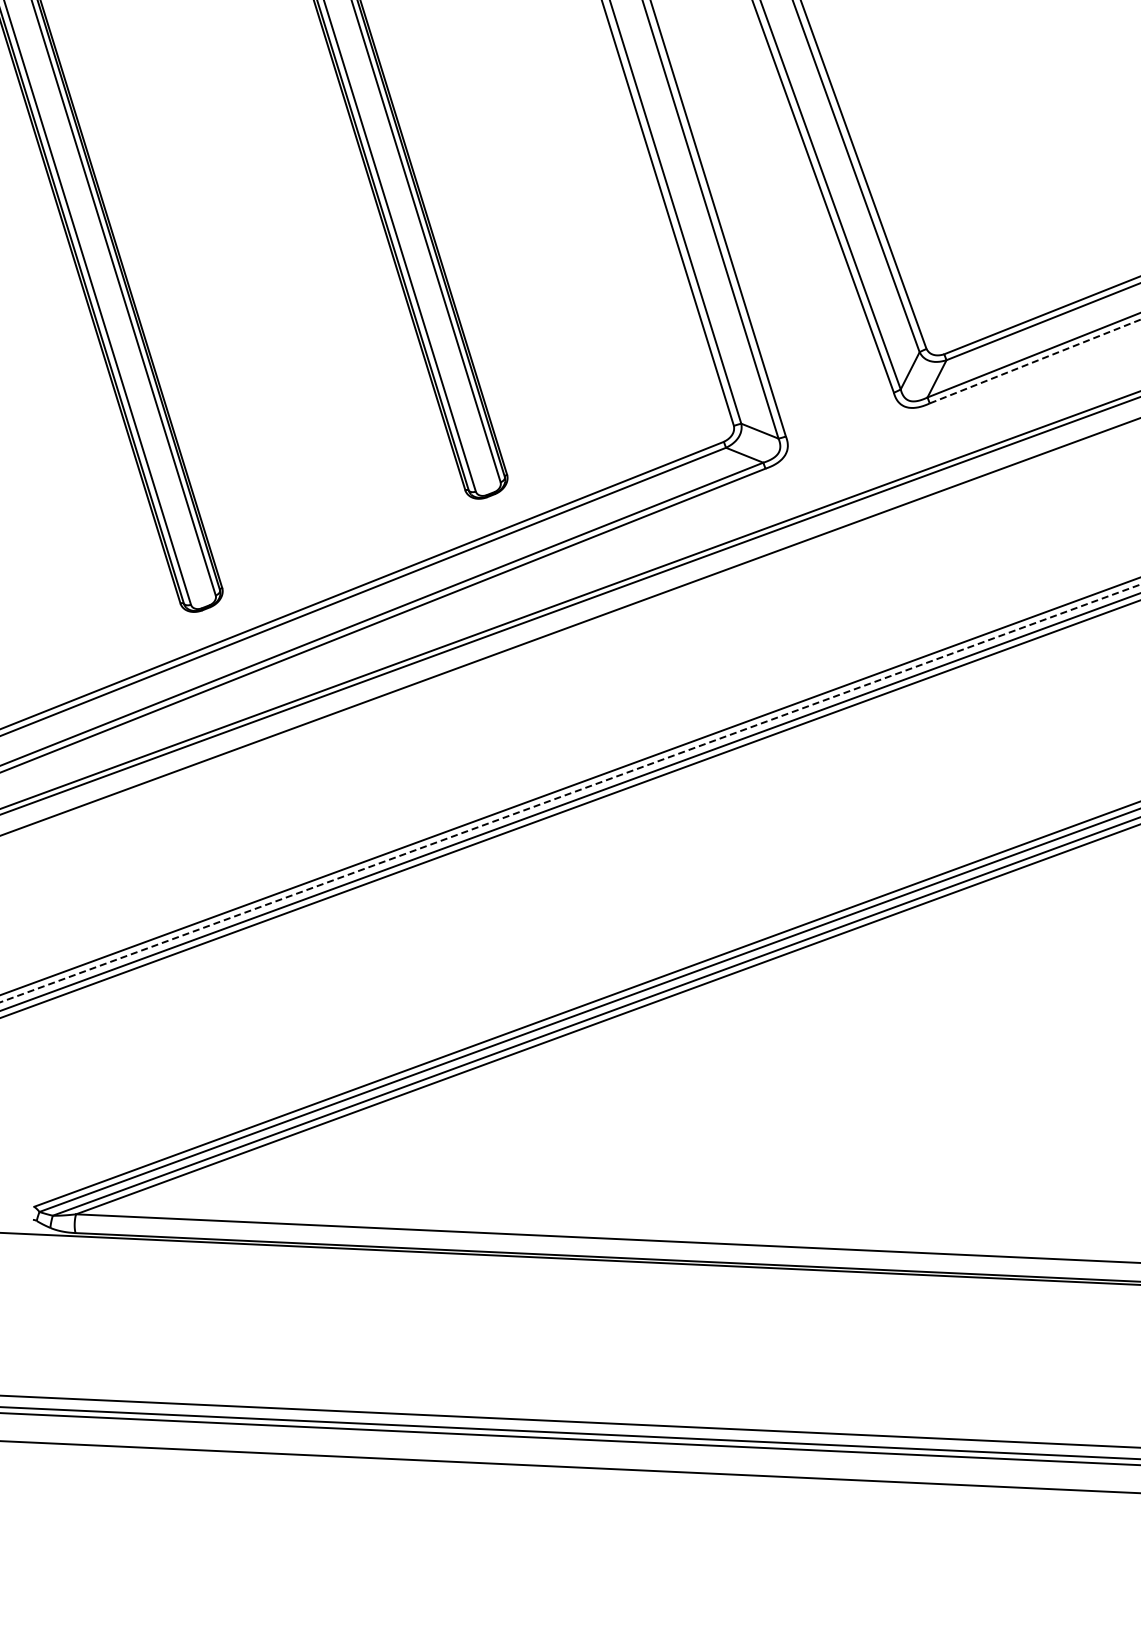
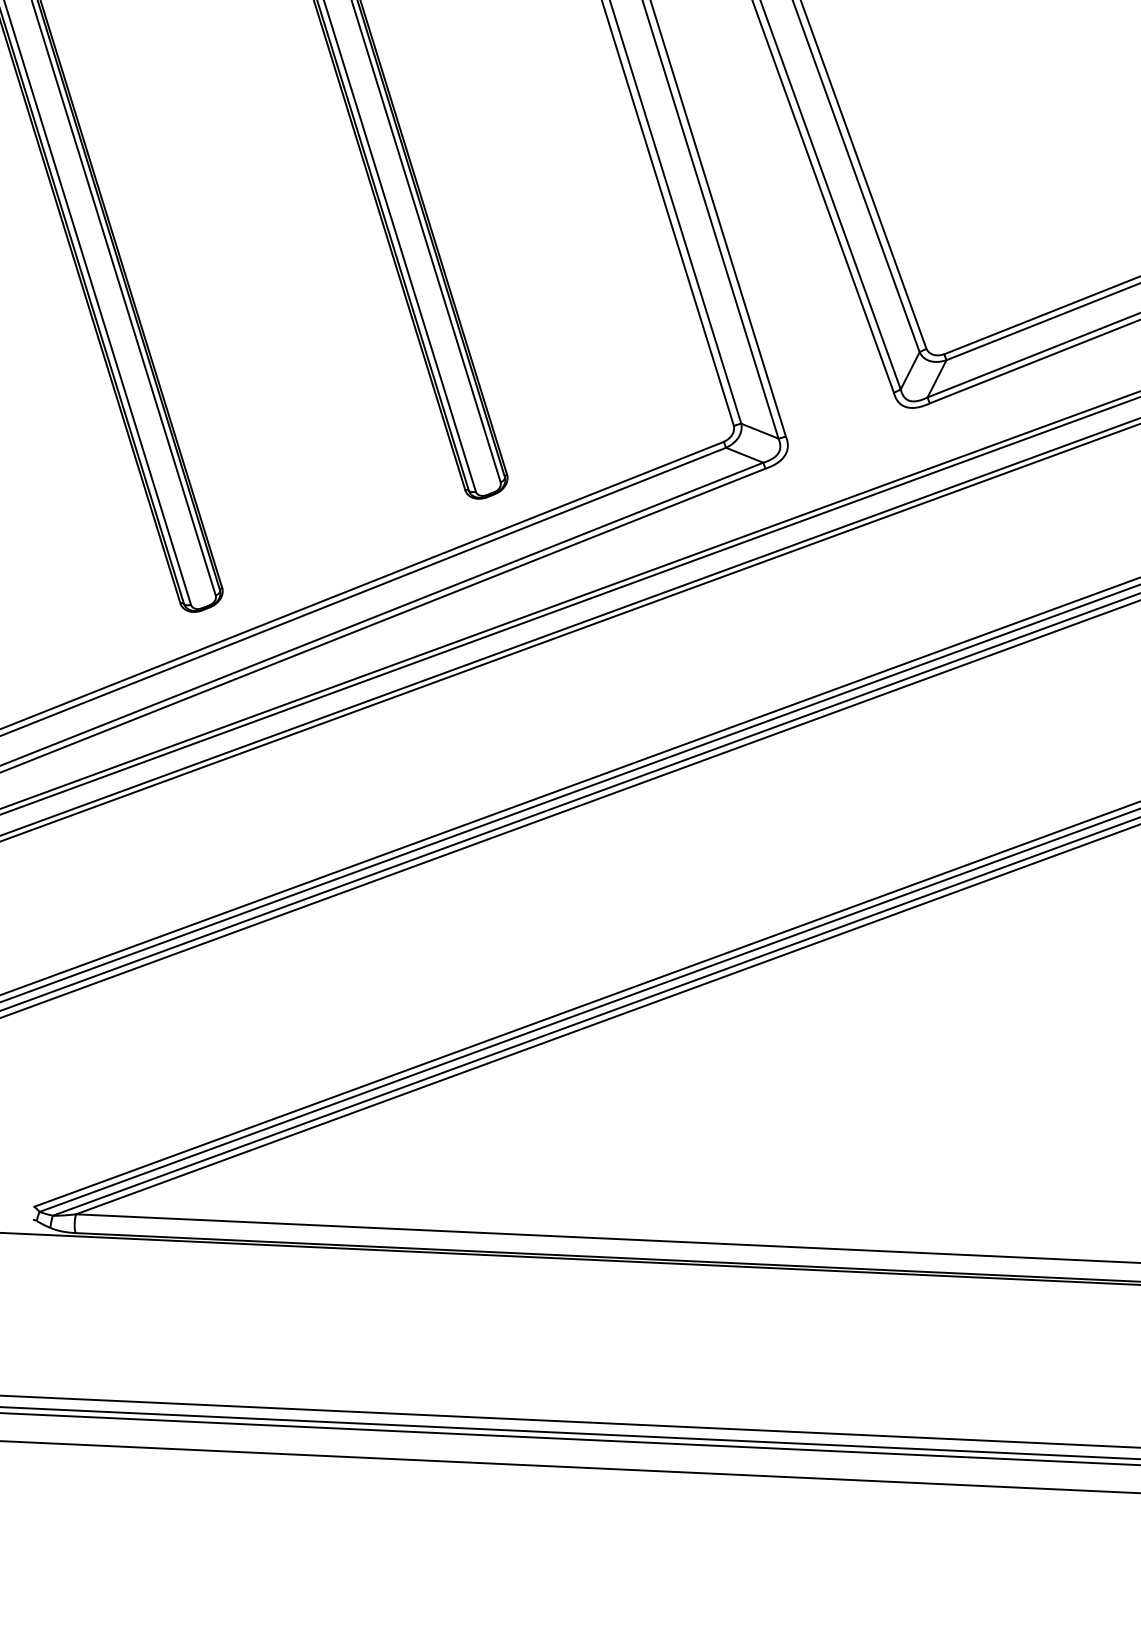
line at (1035, 361): dashed -> solid
line at (569, 632): none -> present
line at (570, 793): dashed -> solid
